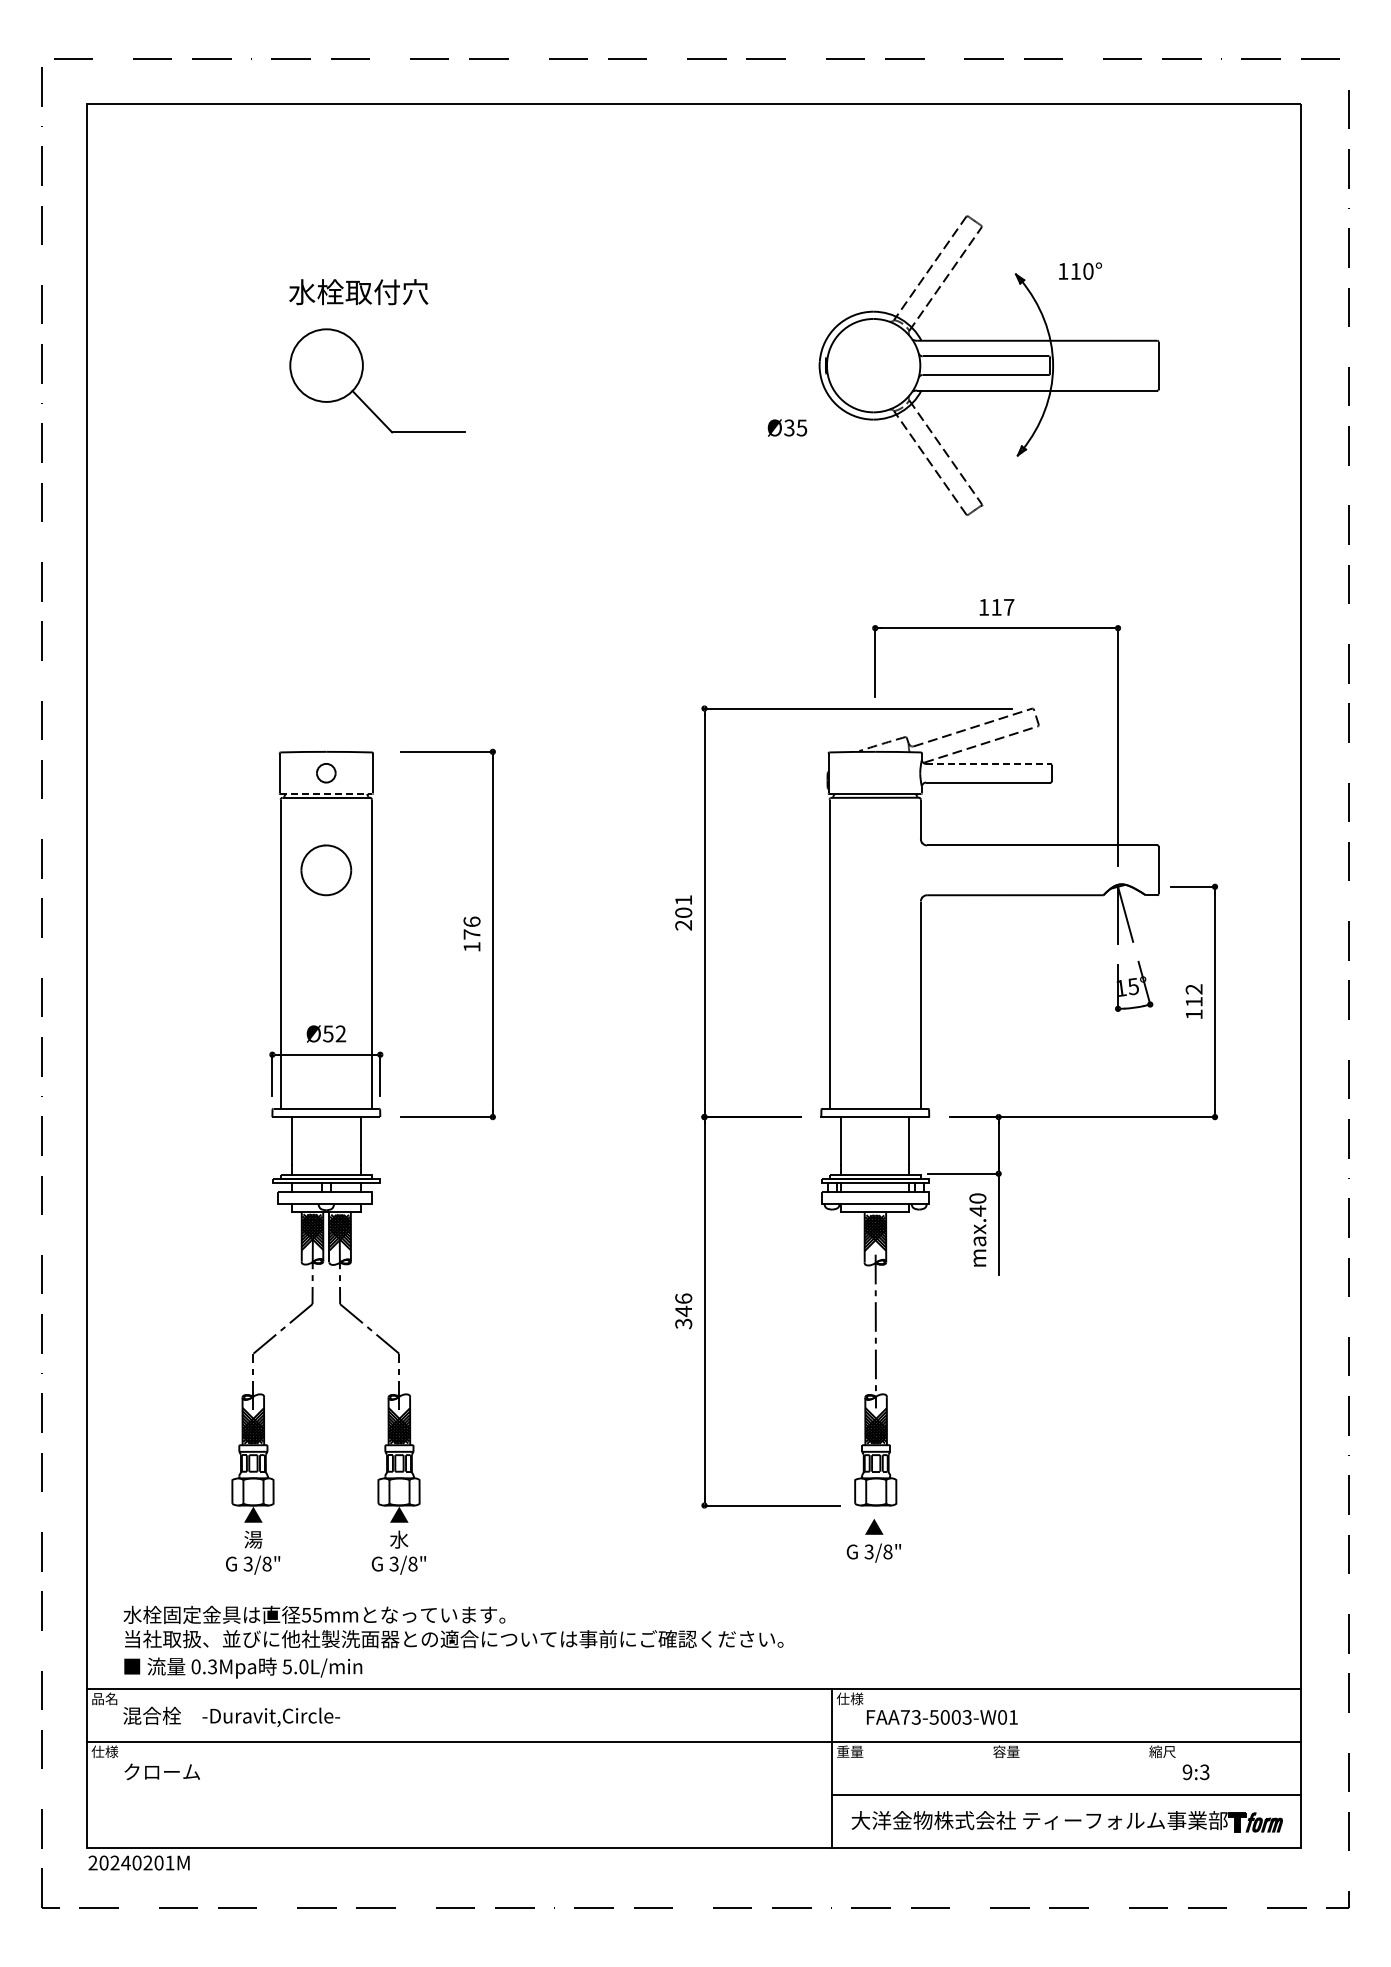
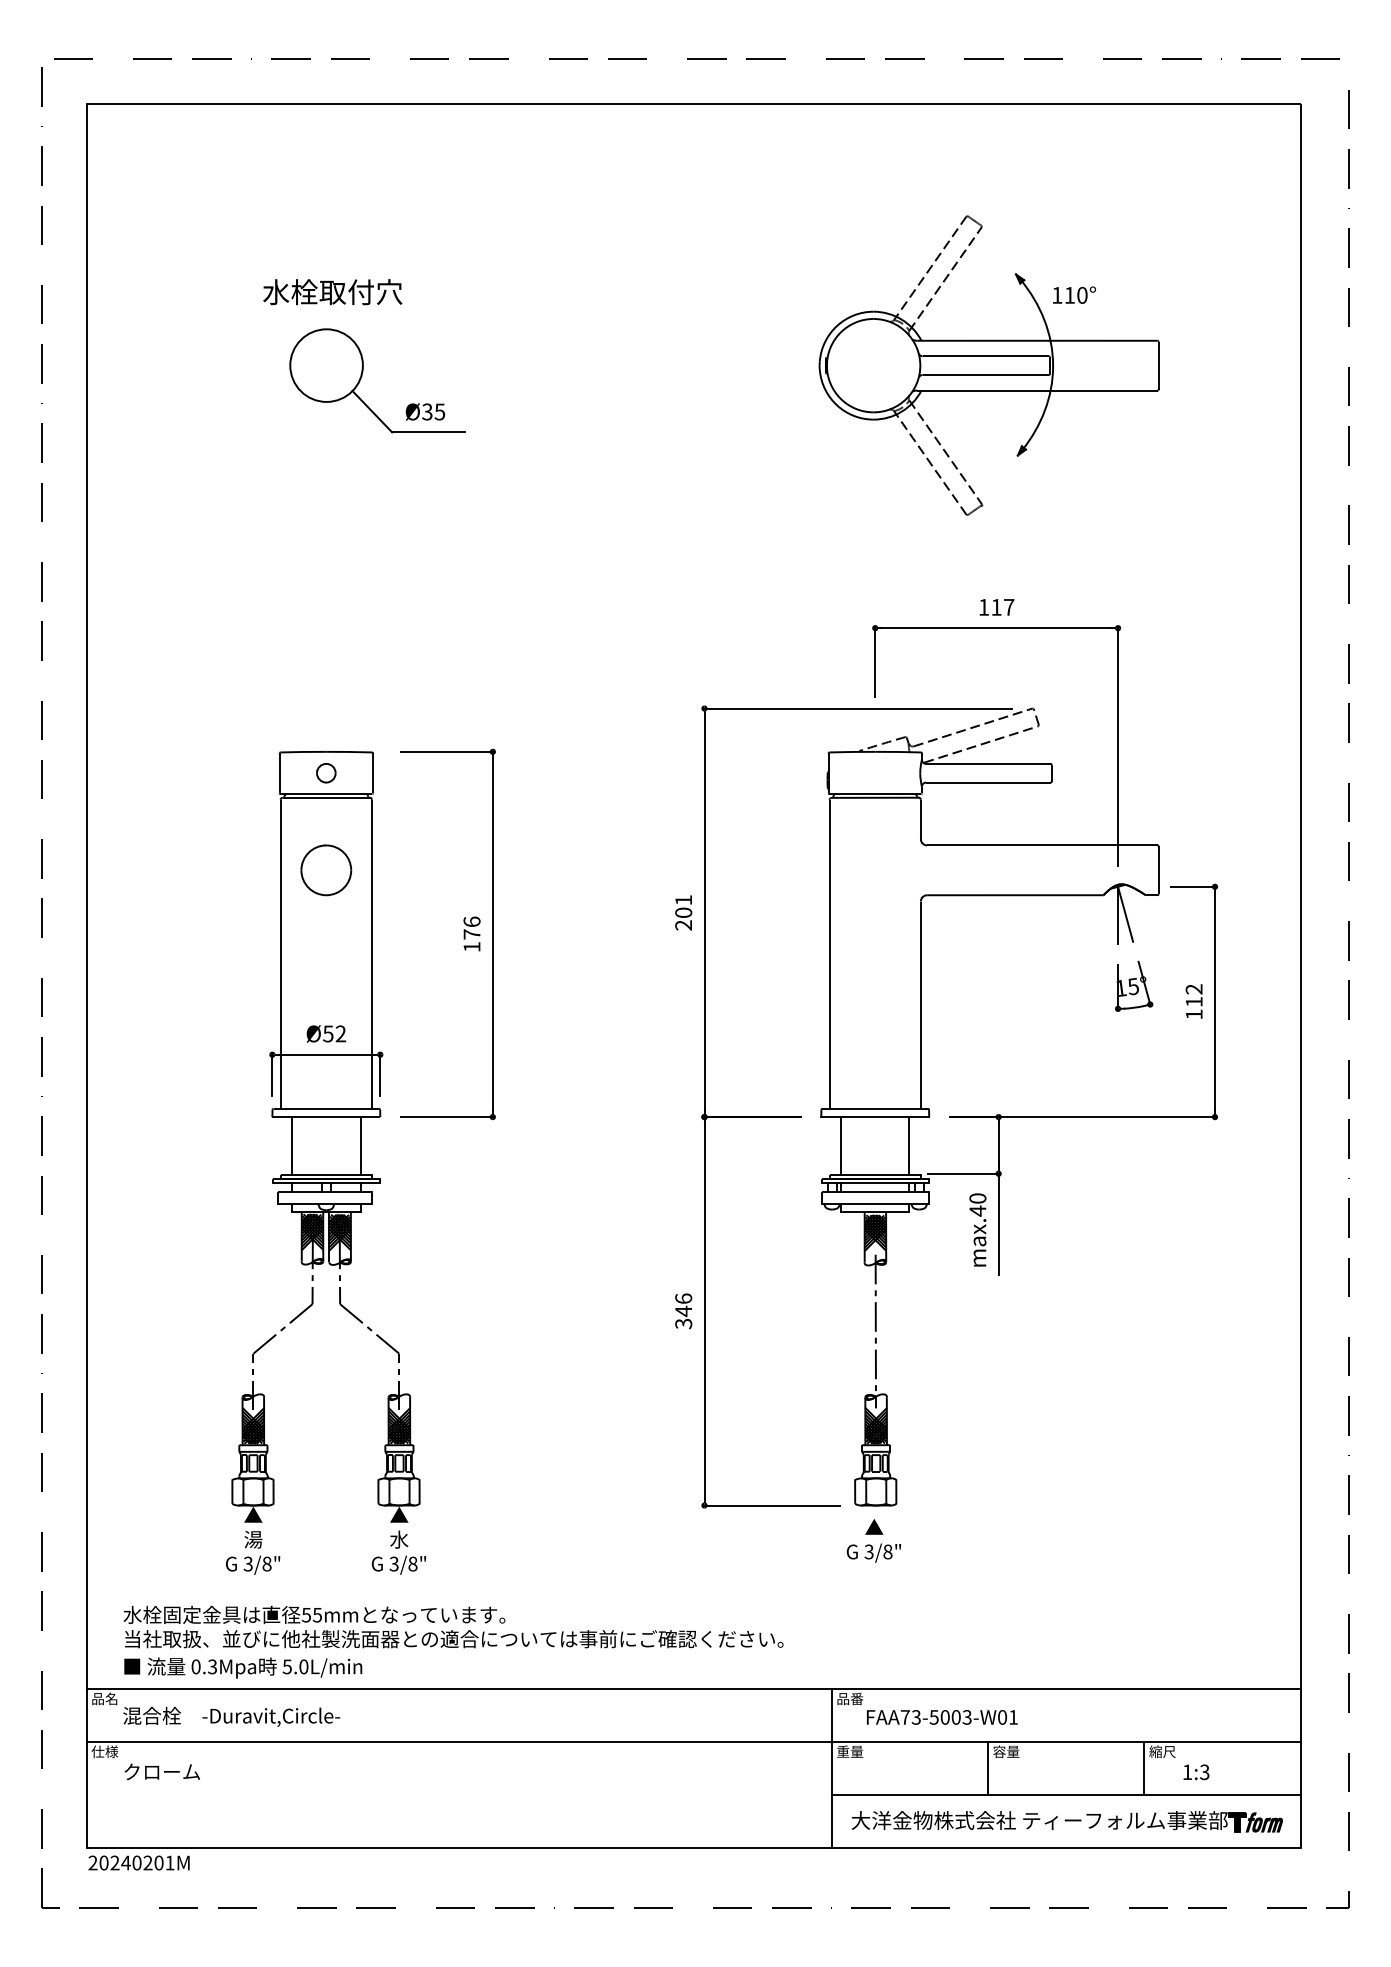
text at (1080, 270) position: (1080, 270) -> (1074, 294)
text at (358, 292) position: (358, 292) -> (332, 292)
text at (787, 427) position: (787, 427) -> (425, 411)
line at (988, 763): dashed -> solid
line at (326, 793): dashed -> solid
text at (849, 1698): 仕様 -> 品番
line at (988, 1767): none -> present
line at (1144, 1767): none -> present
text at (1187, 1772): 9:3 -> 1:3
